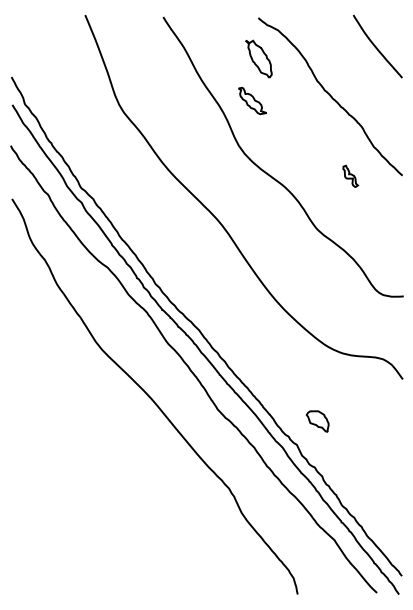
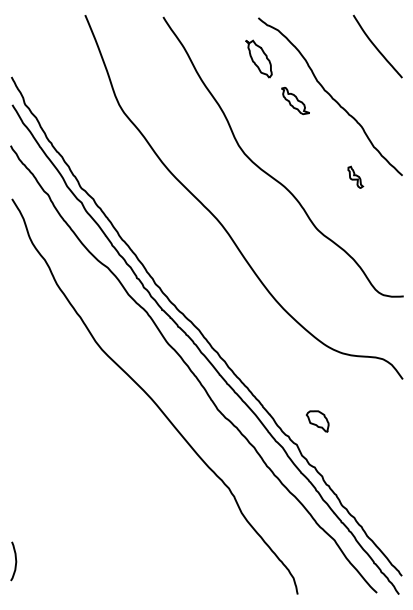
part at (252, 101) position: (252, 101) -> (295, 101)
part at (350, 175) position: (350, 175) -> (355, 176)
curve at (15, 561): none -> present
